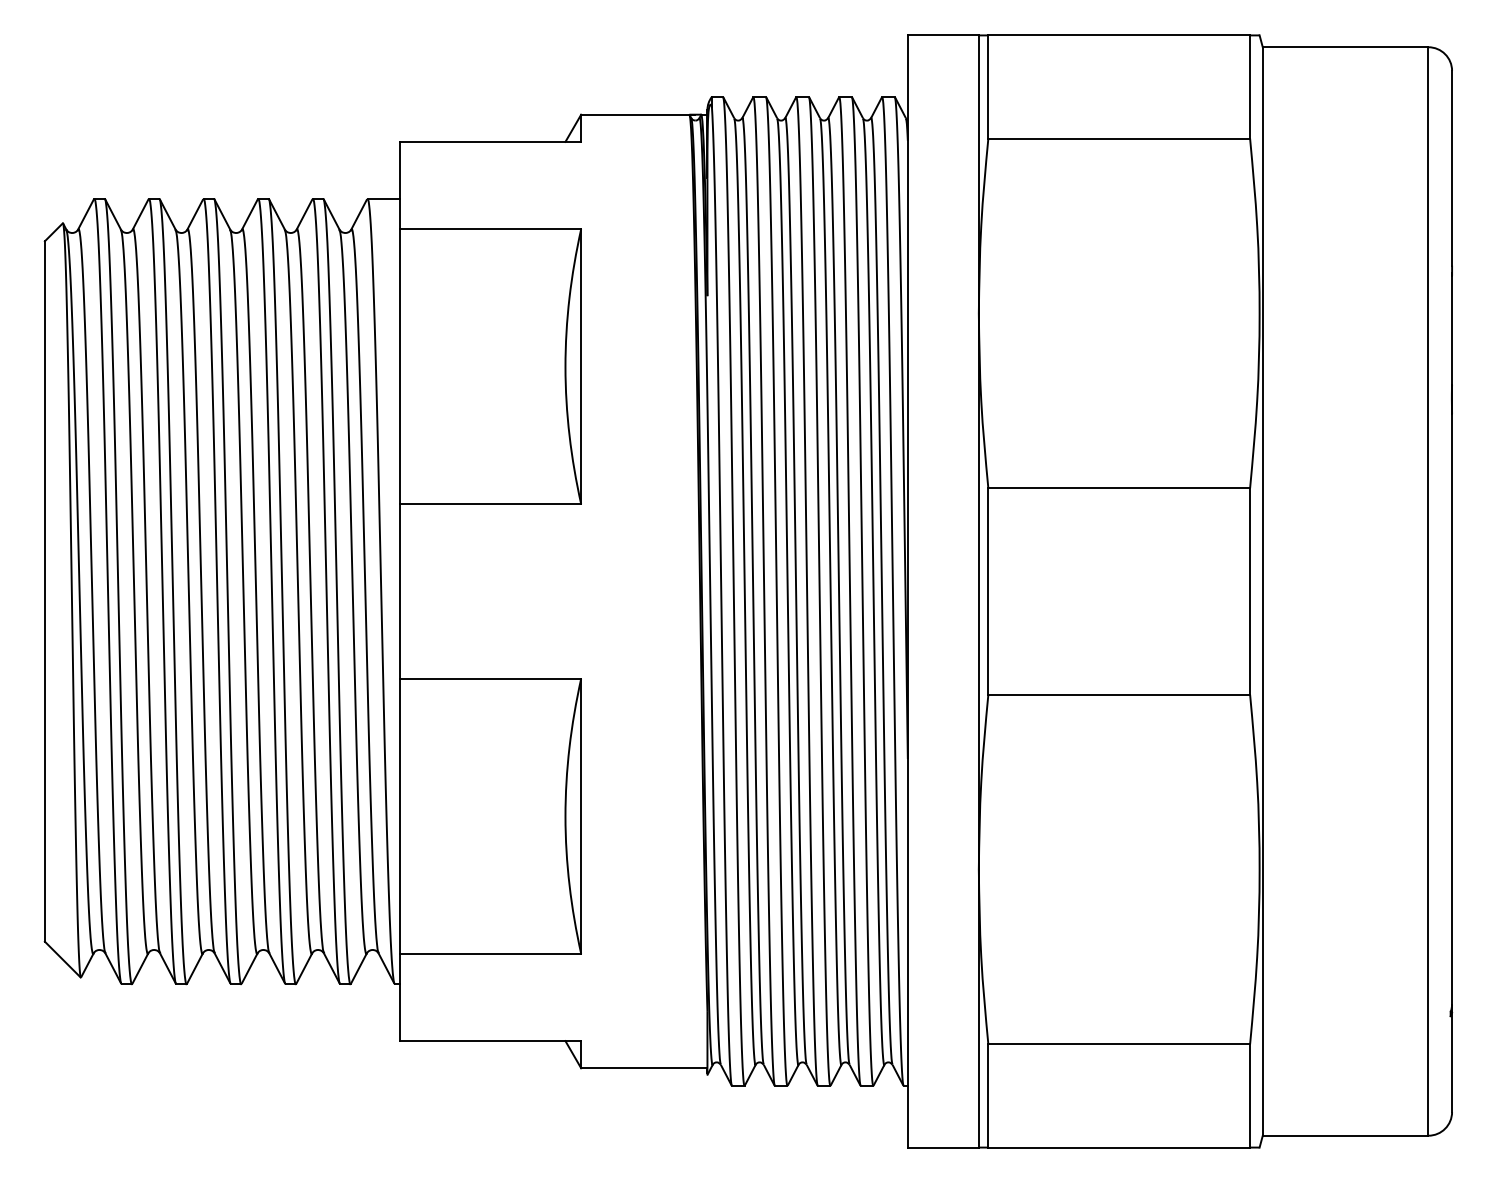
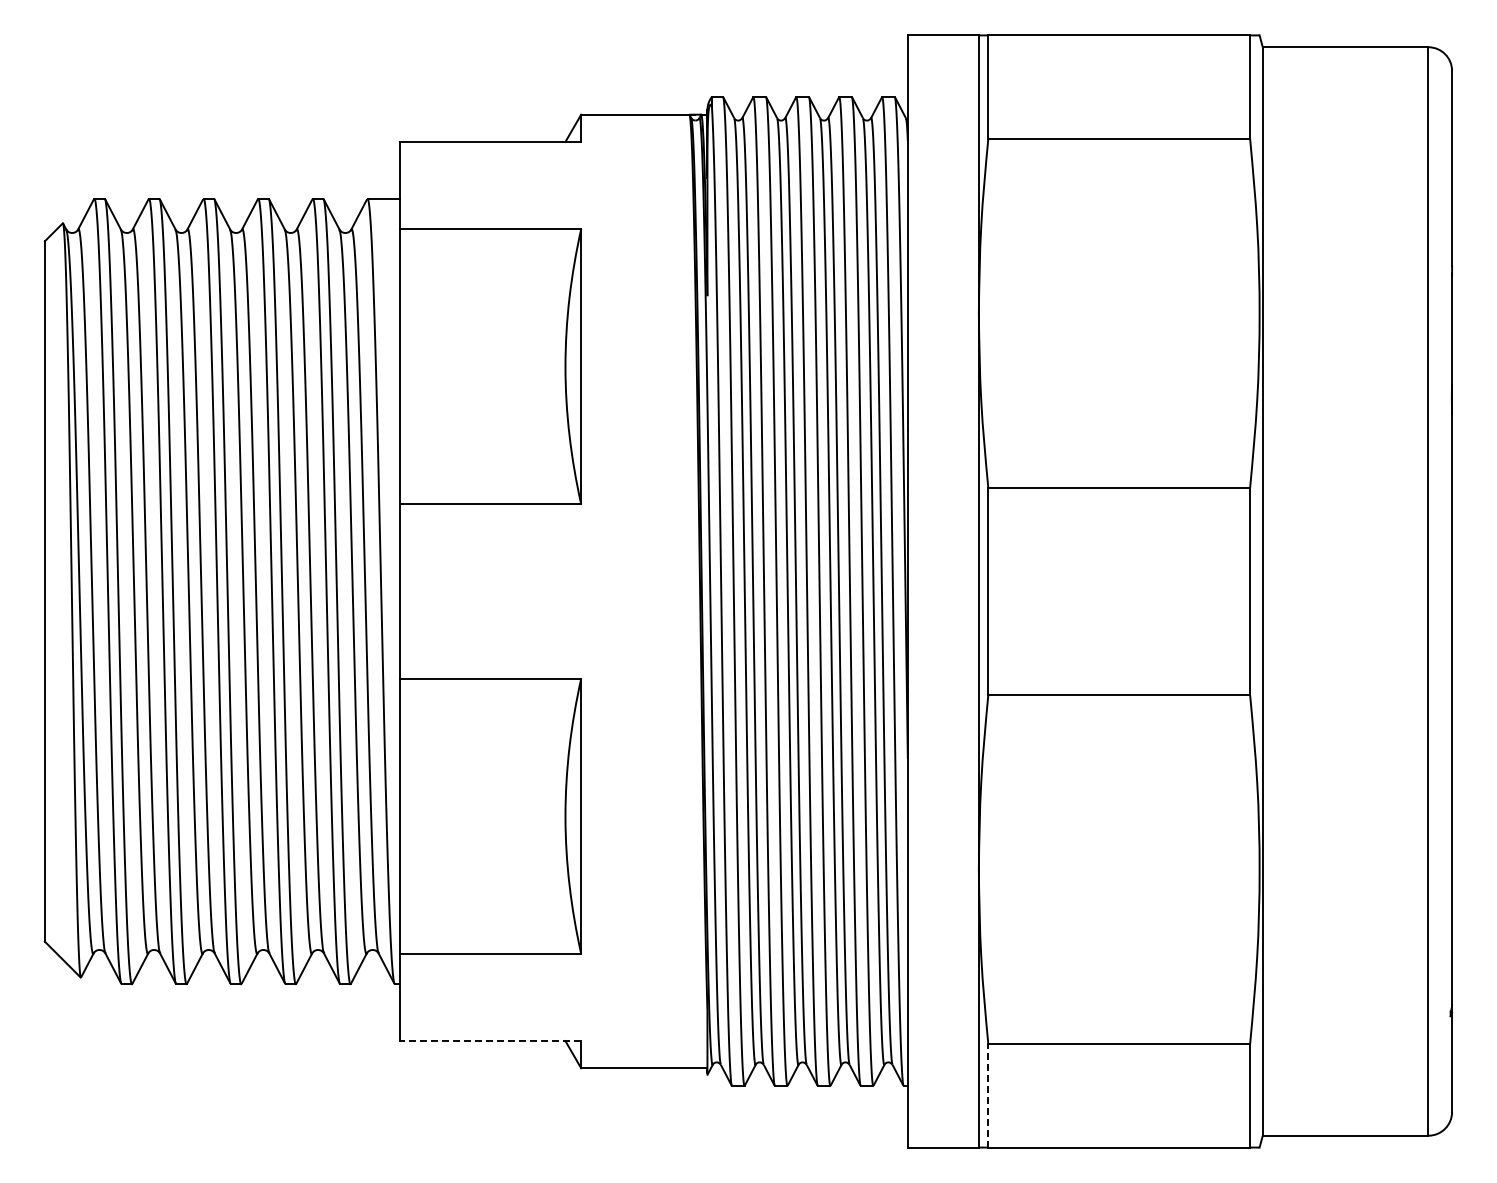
line at (490, 1041): solid -> dashed
line at (988, 1095): solid -> dashed
